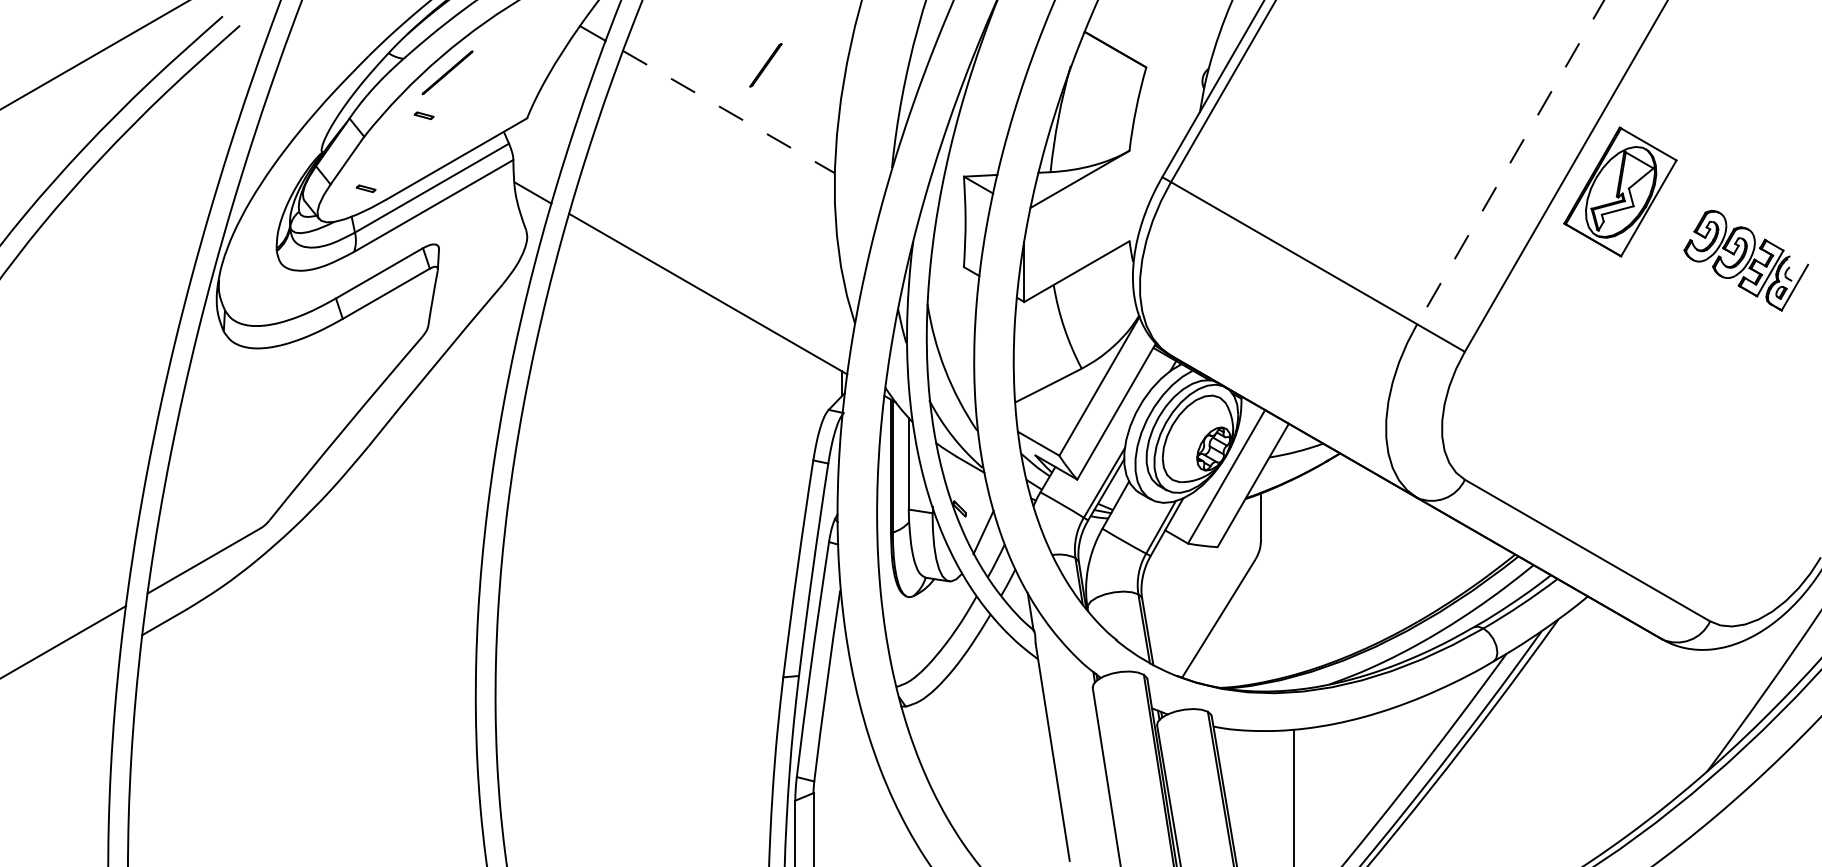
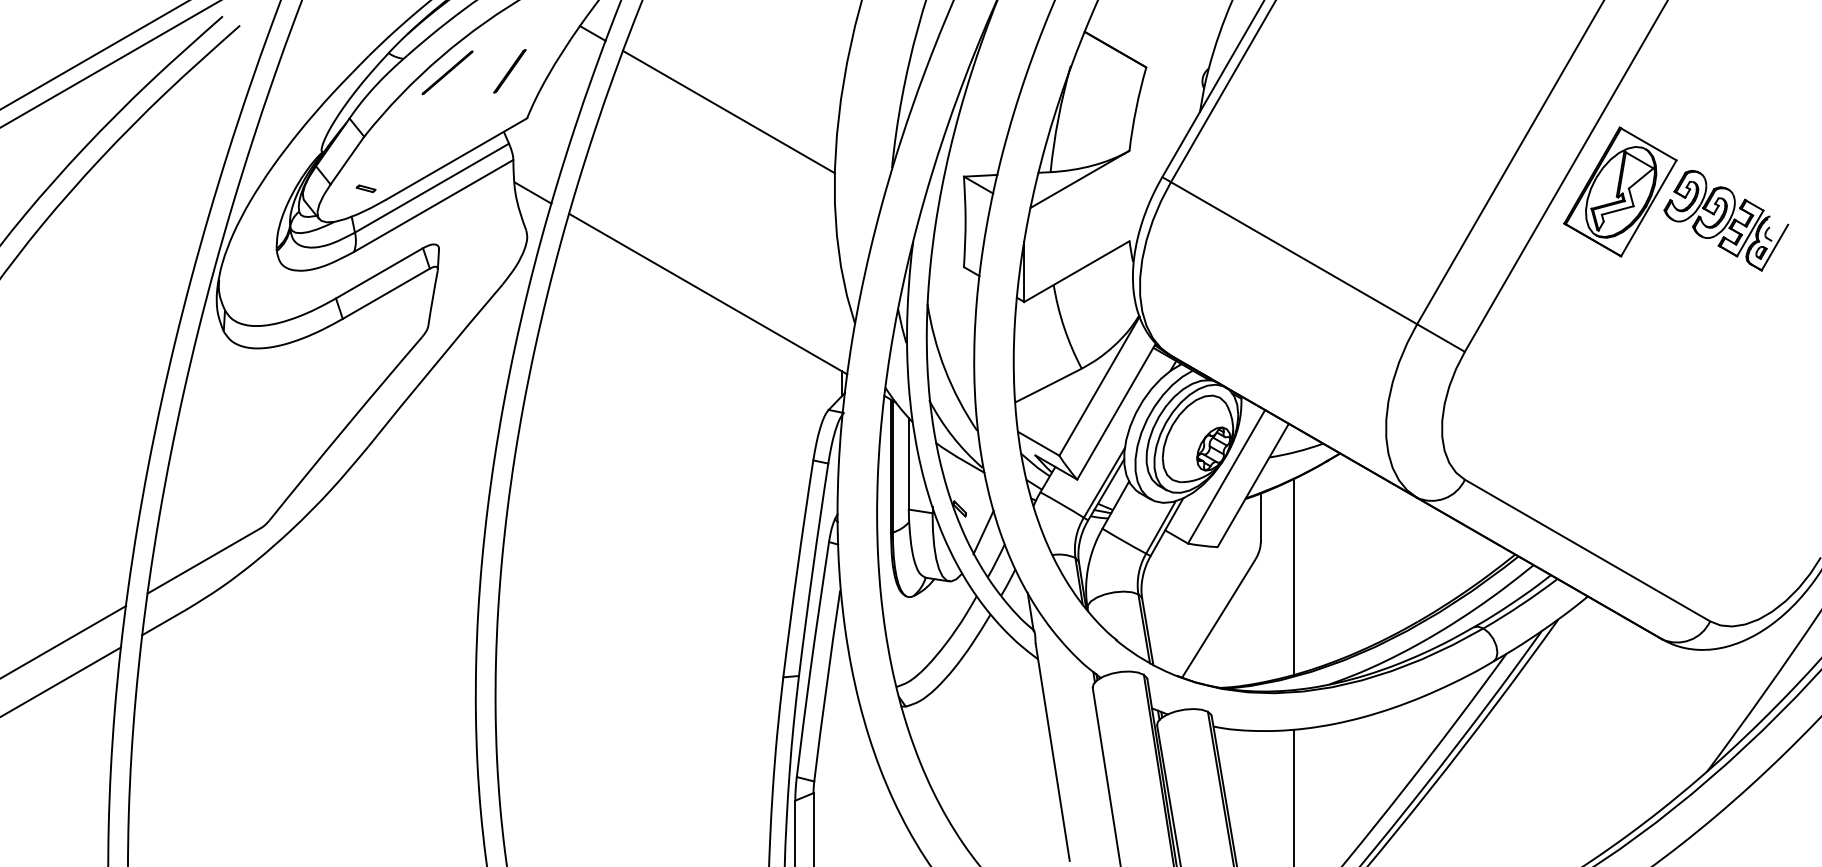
line at (109, 64): none -> present
line at (765, 65) position: (765, 65) -> (509, 71)
line at (729, 112): dashed -> solid
part at (423, 115): present -> none
line at (1510, 162): dashed -> solid
part at (1746, 260) position: (1746, 260) -> (1726, 220)
line at (1294, 576): none -> present
line at (61, 681): none -> present
